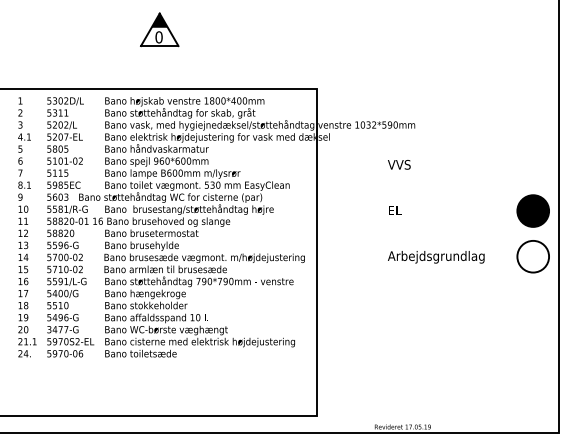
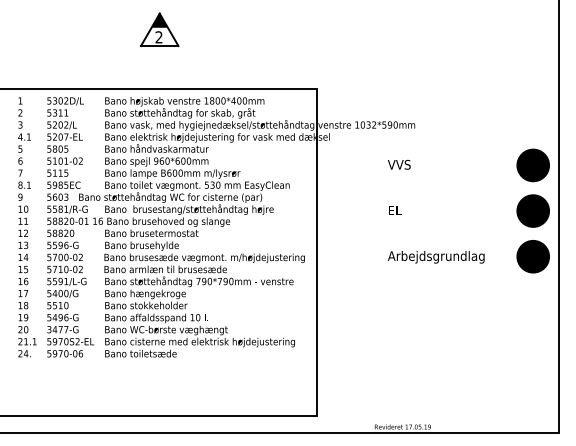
text at (158, 37): 0 -> 2
part at (532, 165): none -> present
fill at (533, 256): none -> present
